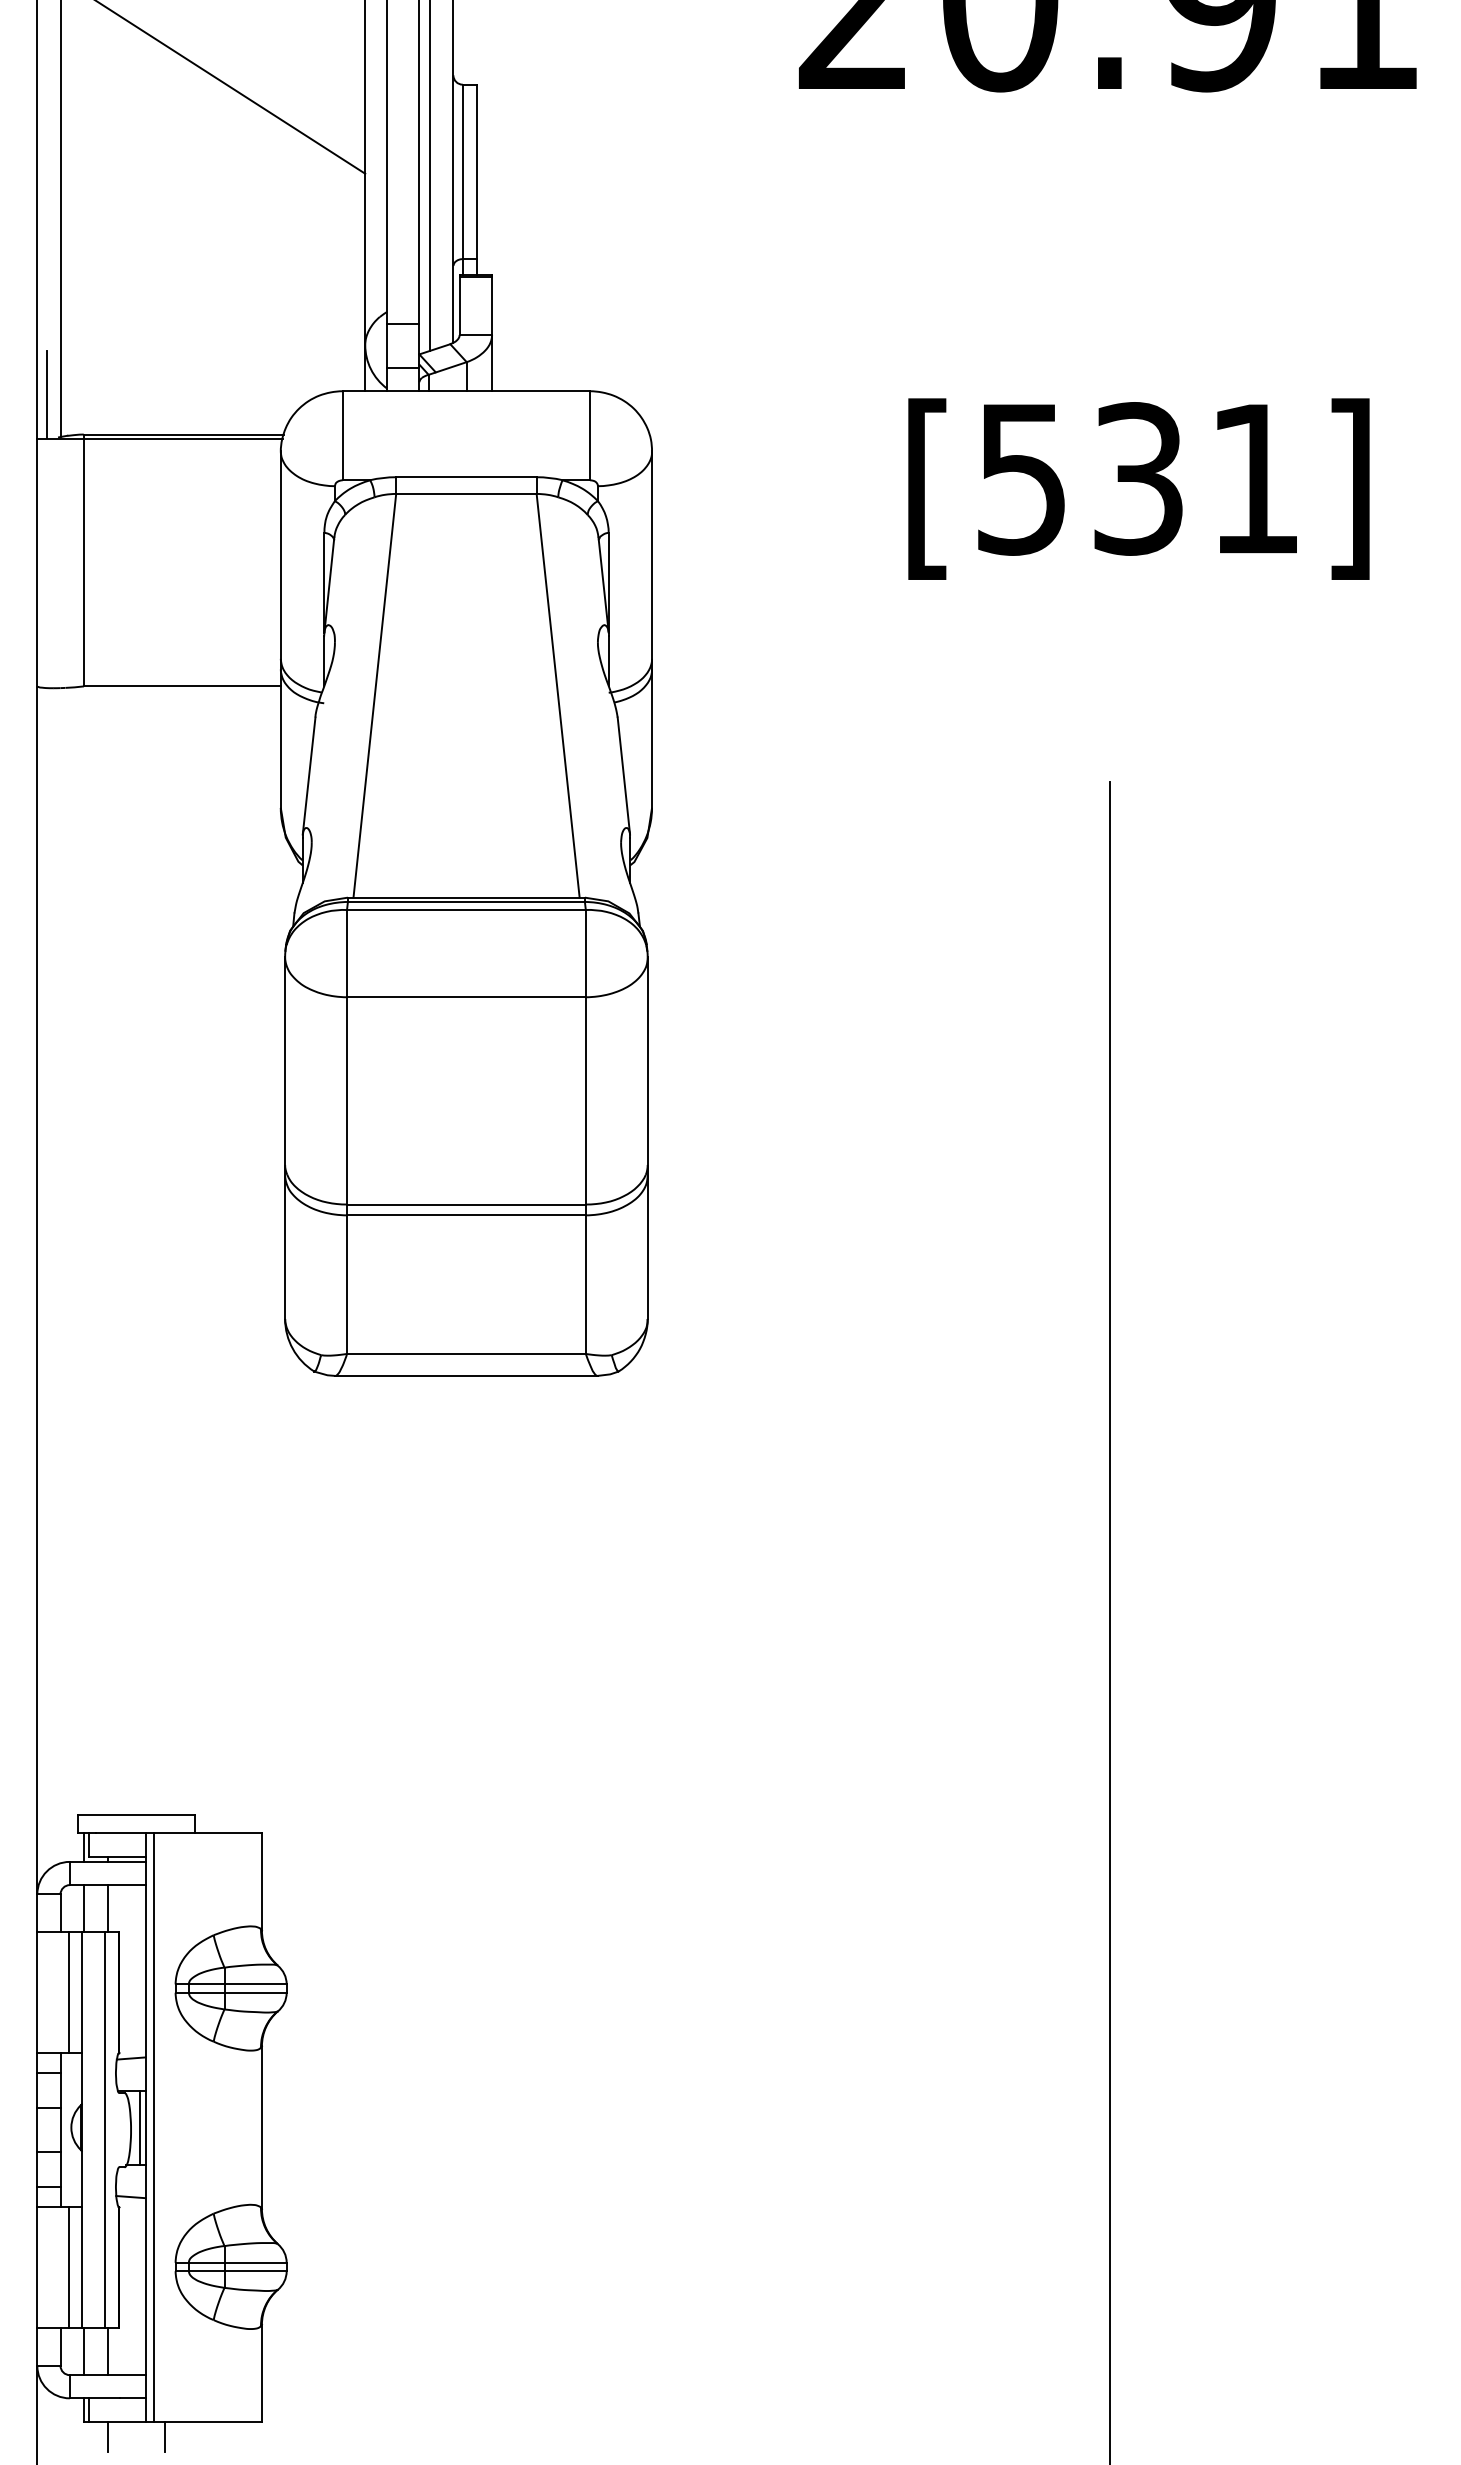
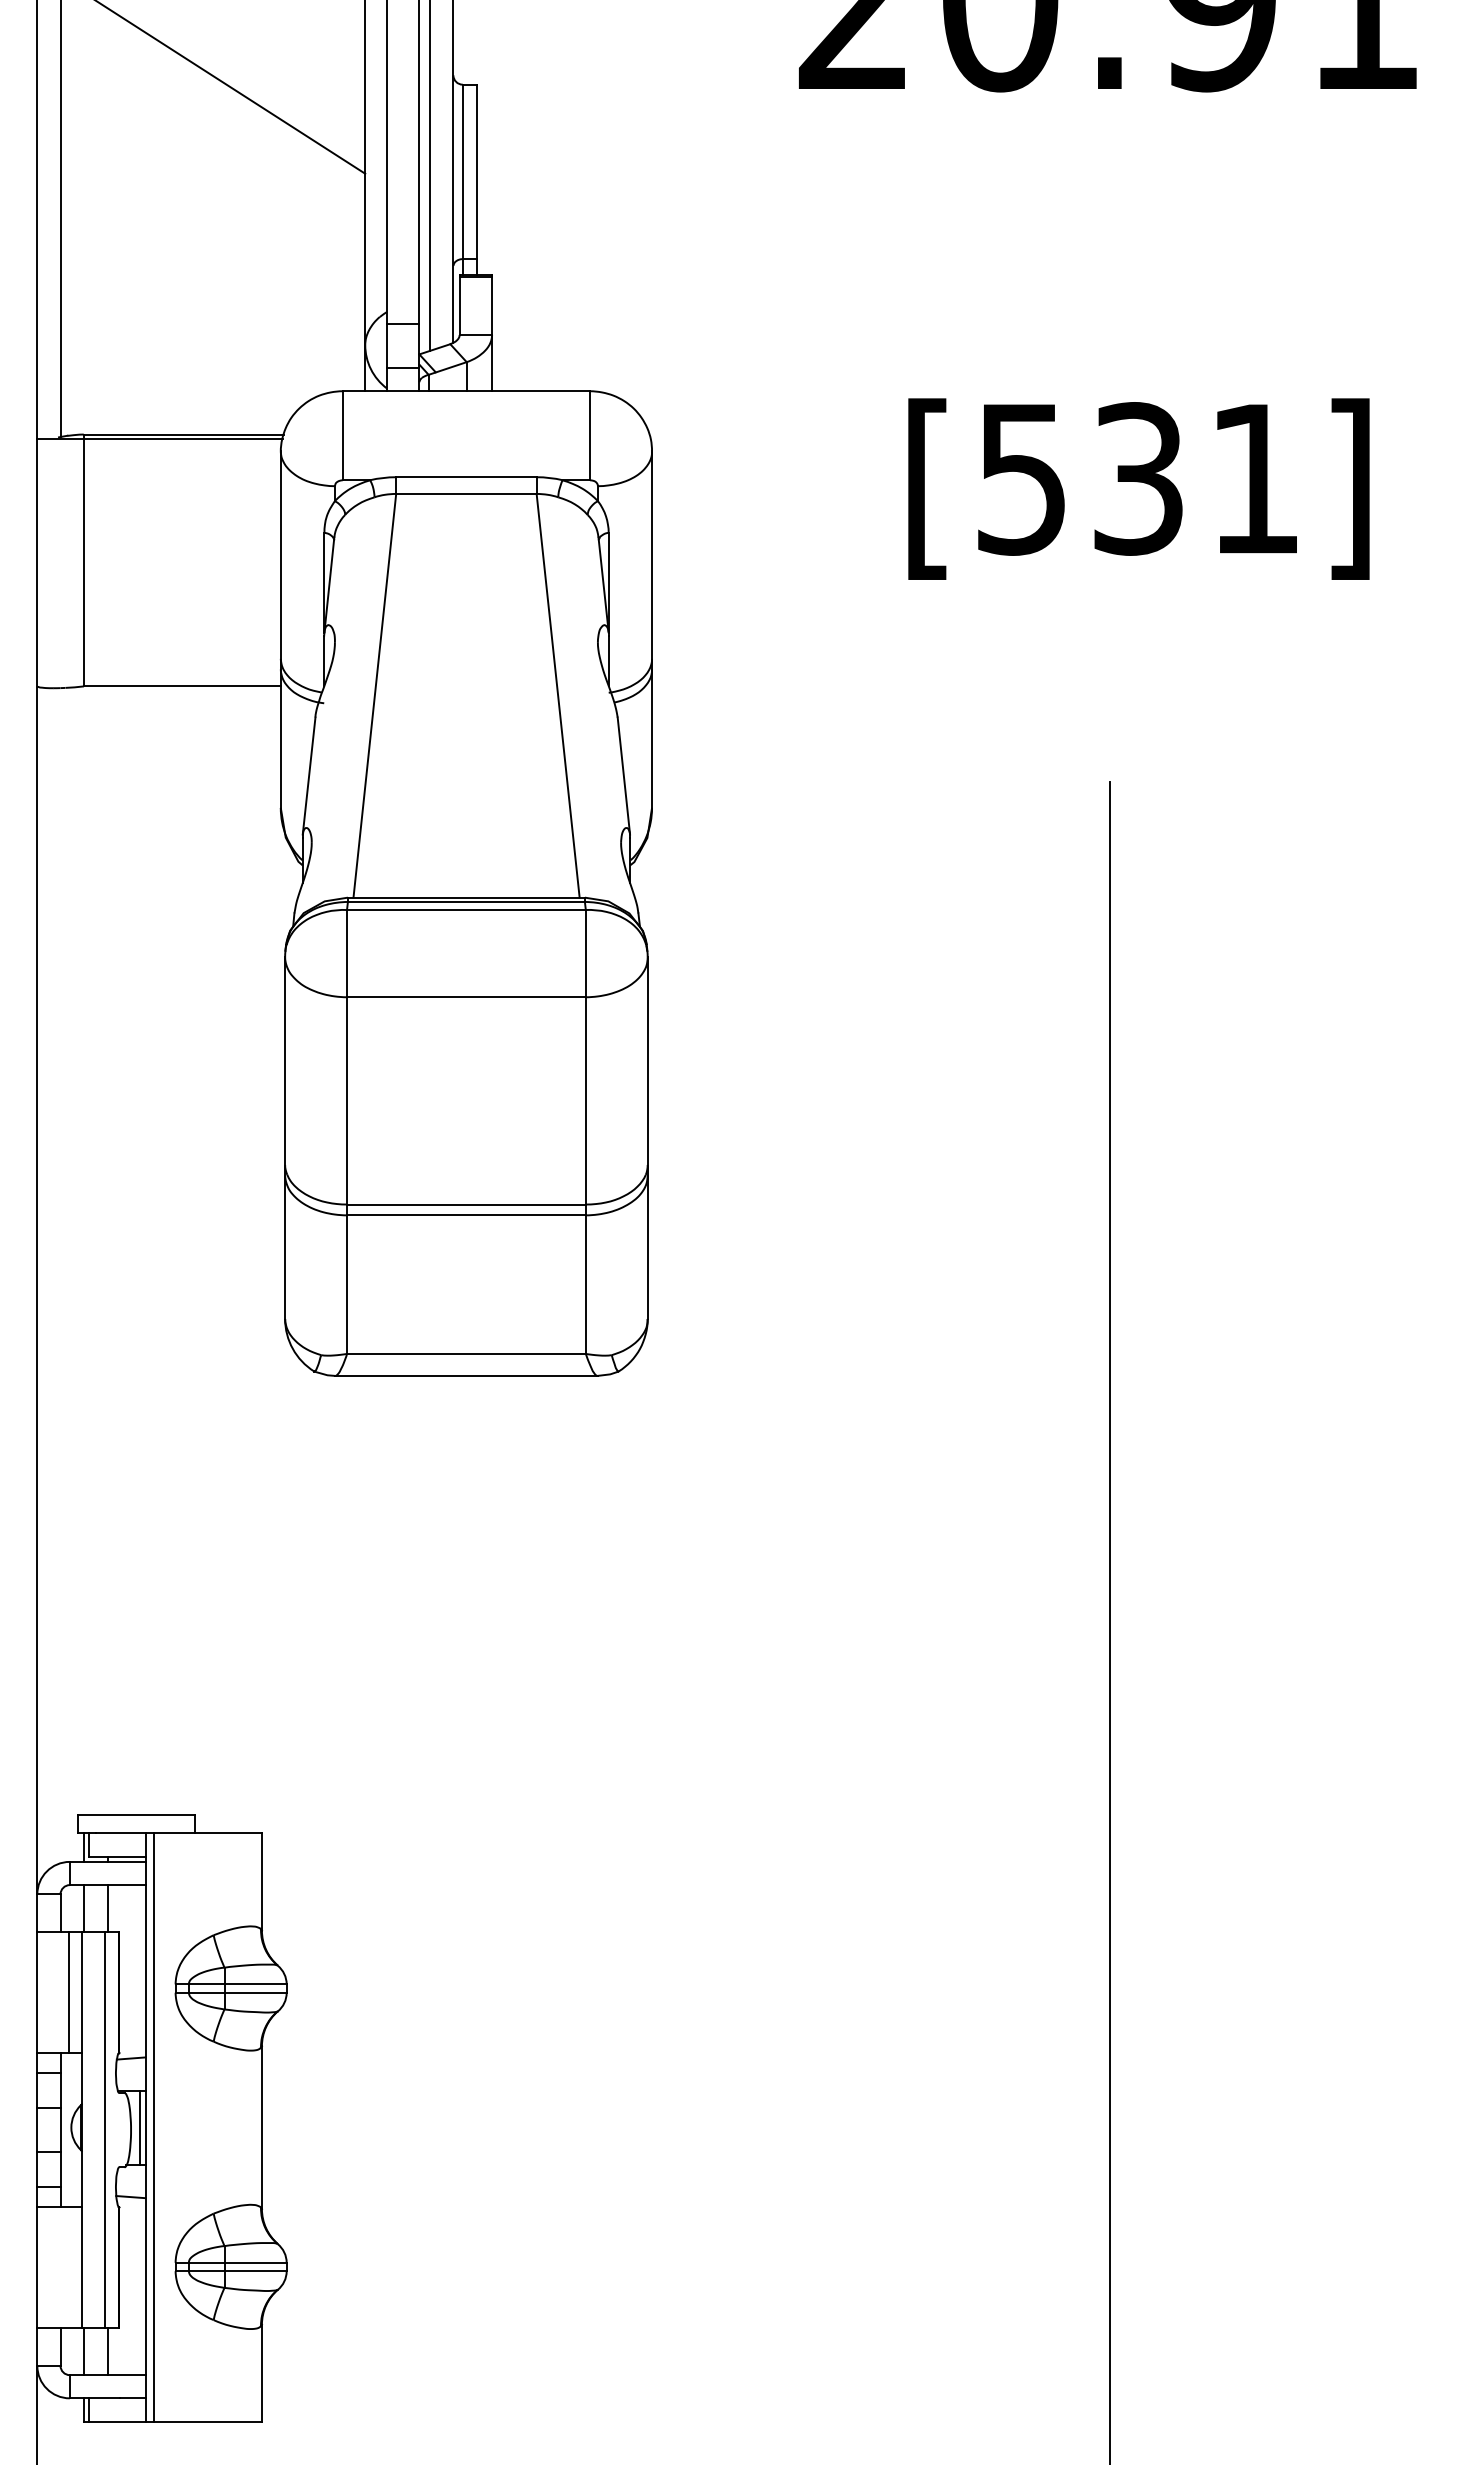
line at (47, 394): present -> none
line at (68, 2267): present -> none
line at (107, 2436): present -> none
line at (165, 2436): present -> none
